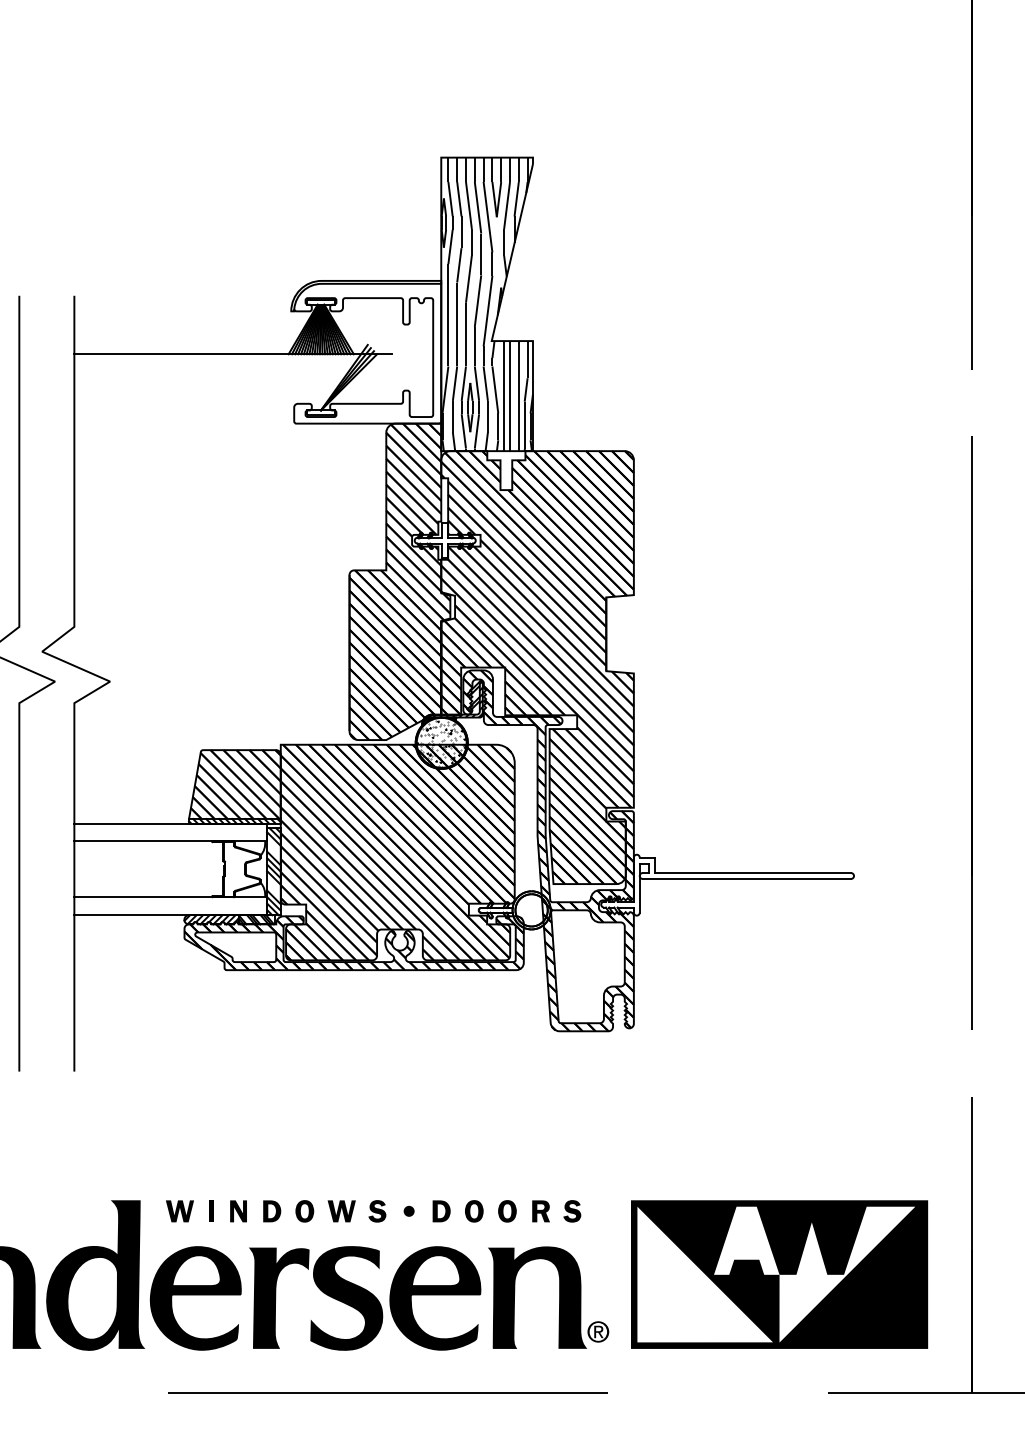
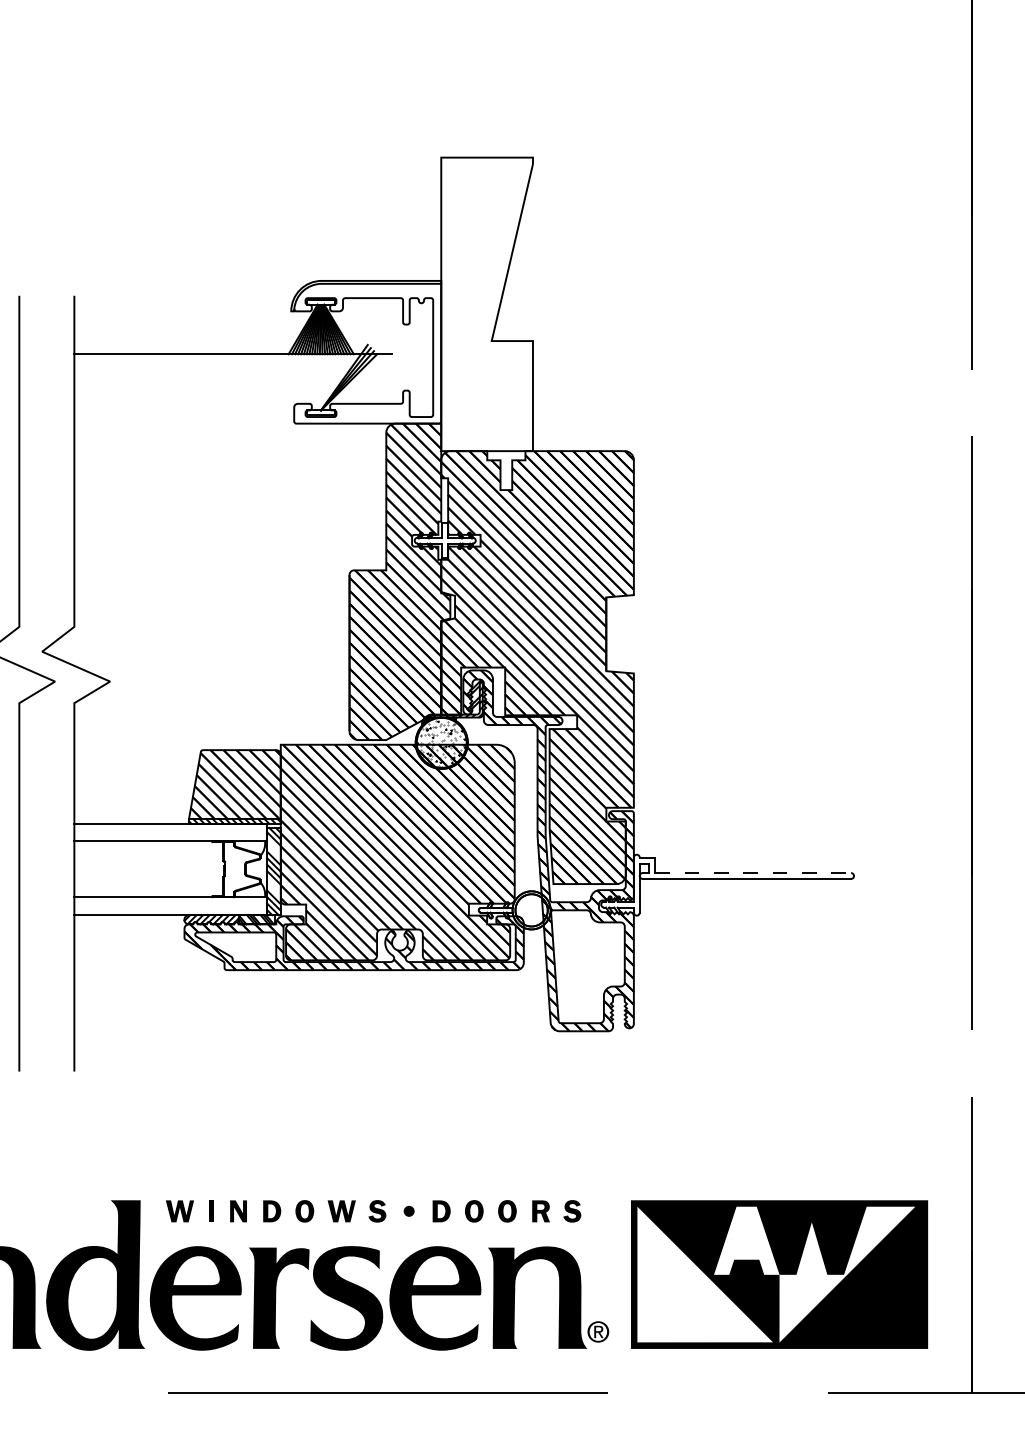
hatch at (486, 304): present -> none
line at (753, 873): solid -> dashed
